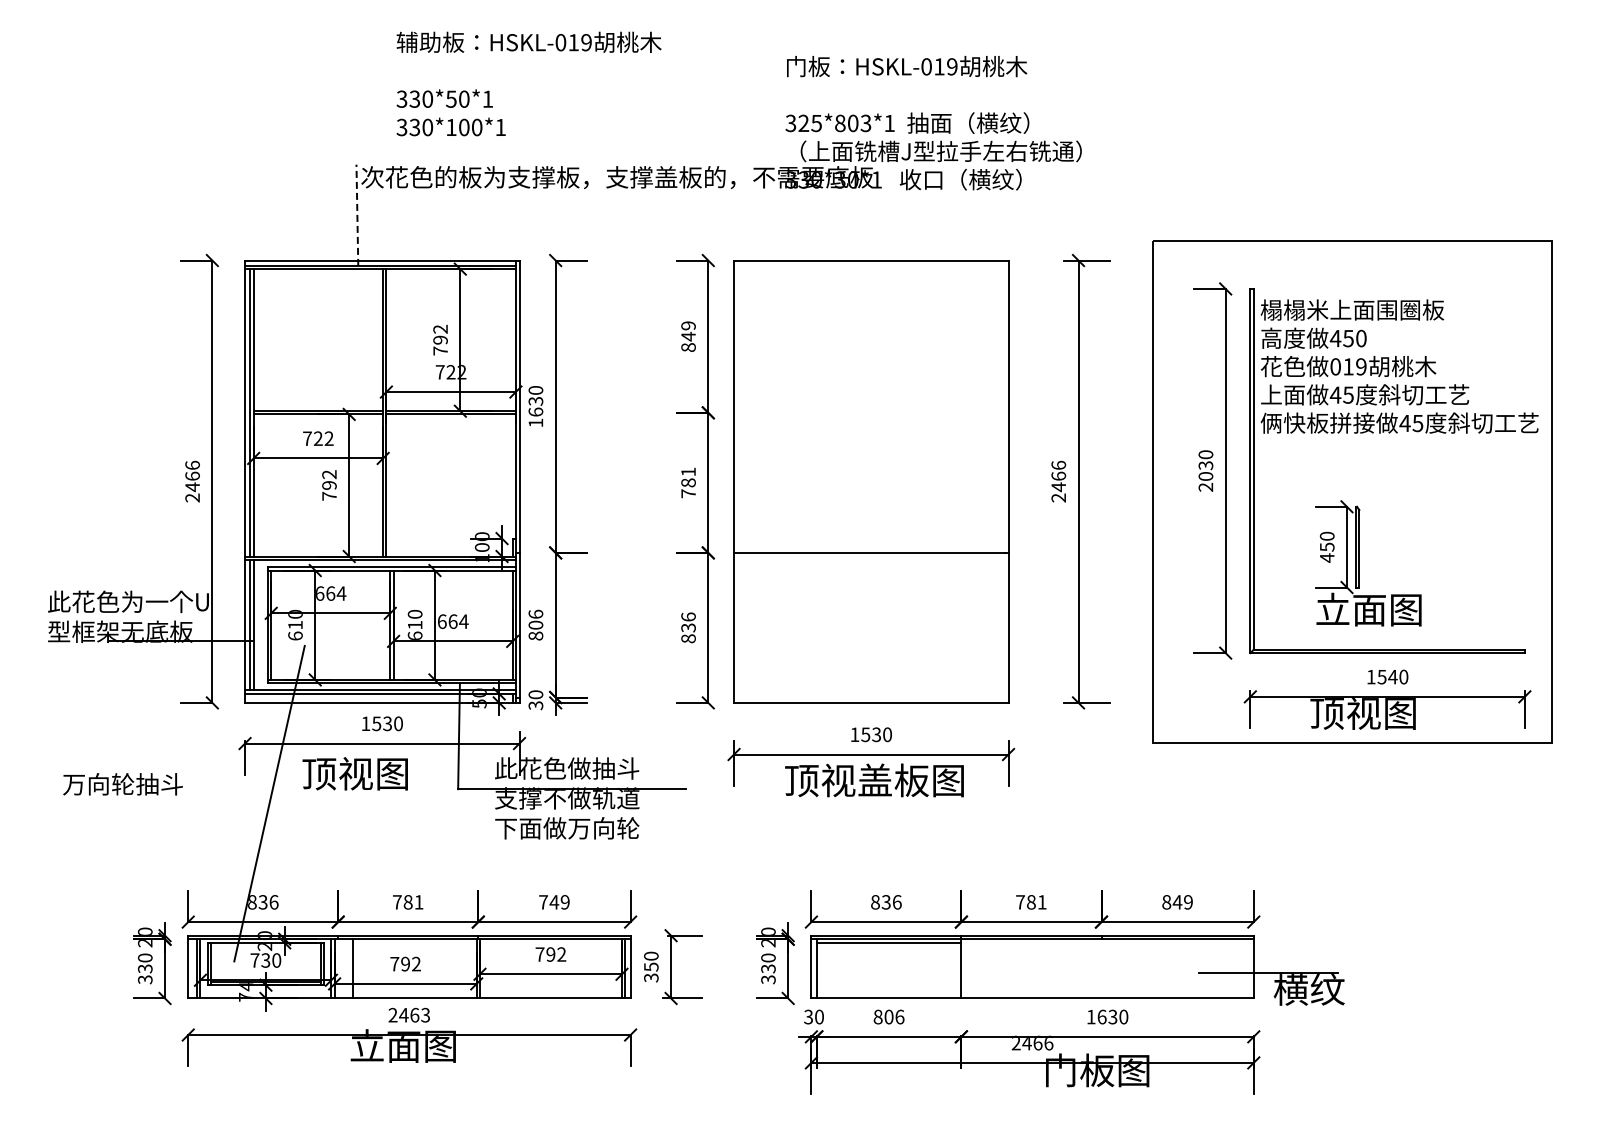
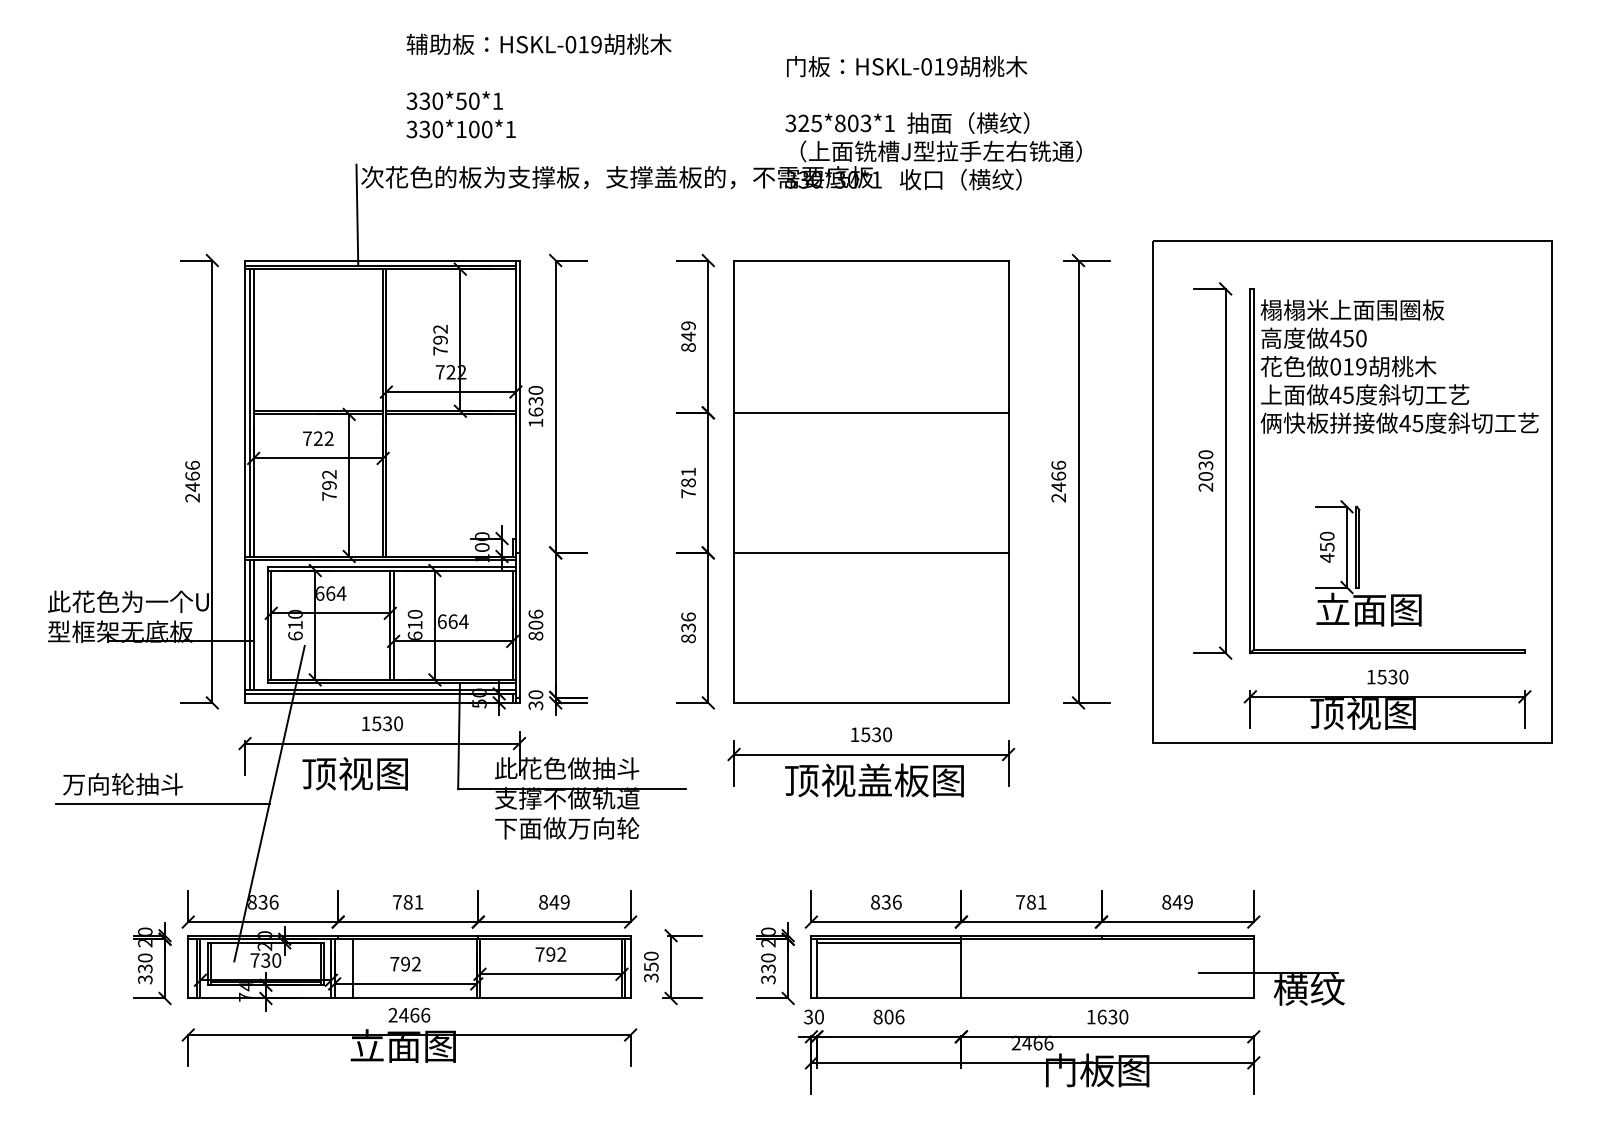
text at (528, 83) position: (528, 83) -> (538, 85)
line at (357, 215): dashed -> solid
line at (871, 412): none -> present
text at (1392, 676): 1540 -> 1530
line at (162, 803): none -> present
text at (543, 902): 749 -> 849
text at (425, 1015): 2463 -> 2466
